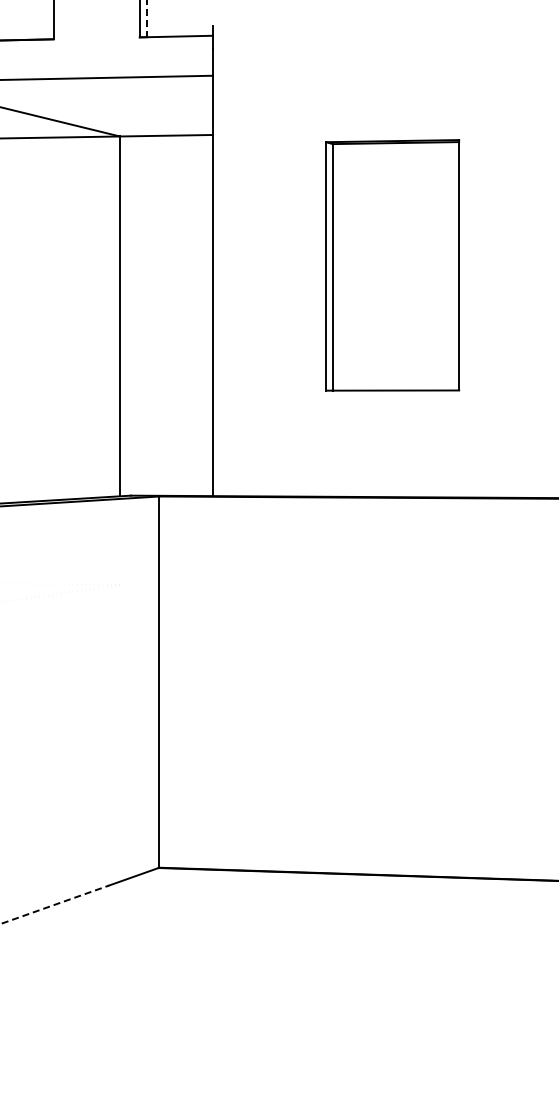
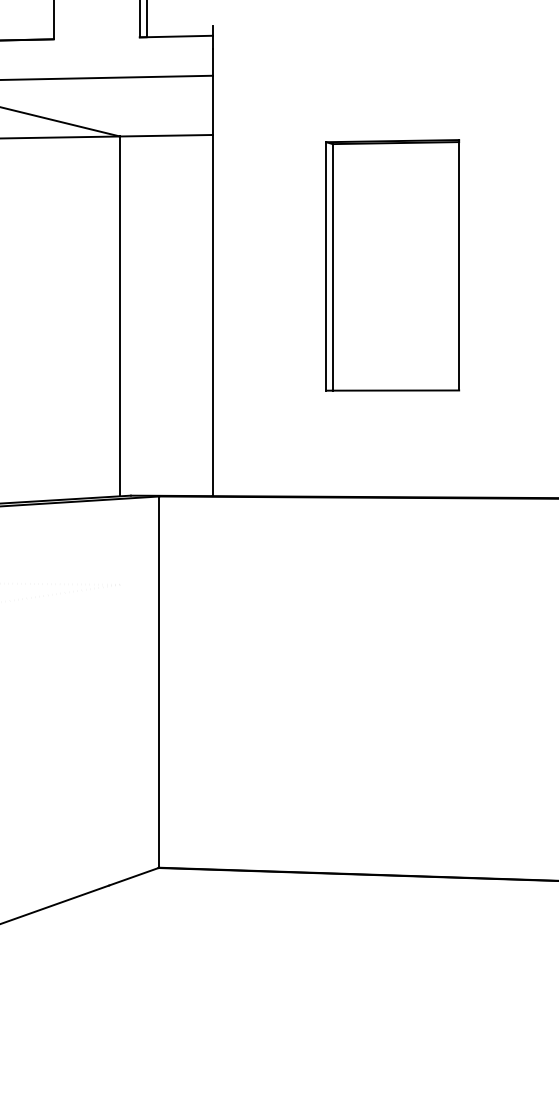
line at (146, 19): dashed -> solid
line at (55, 904): dashed -> solid
